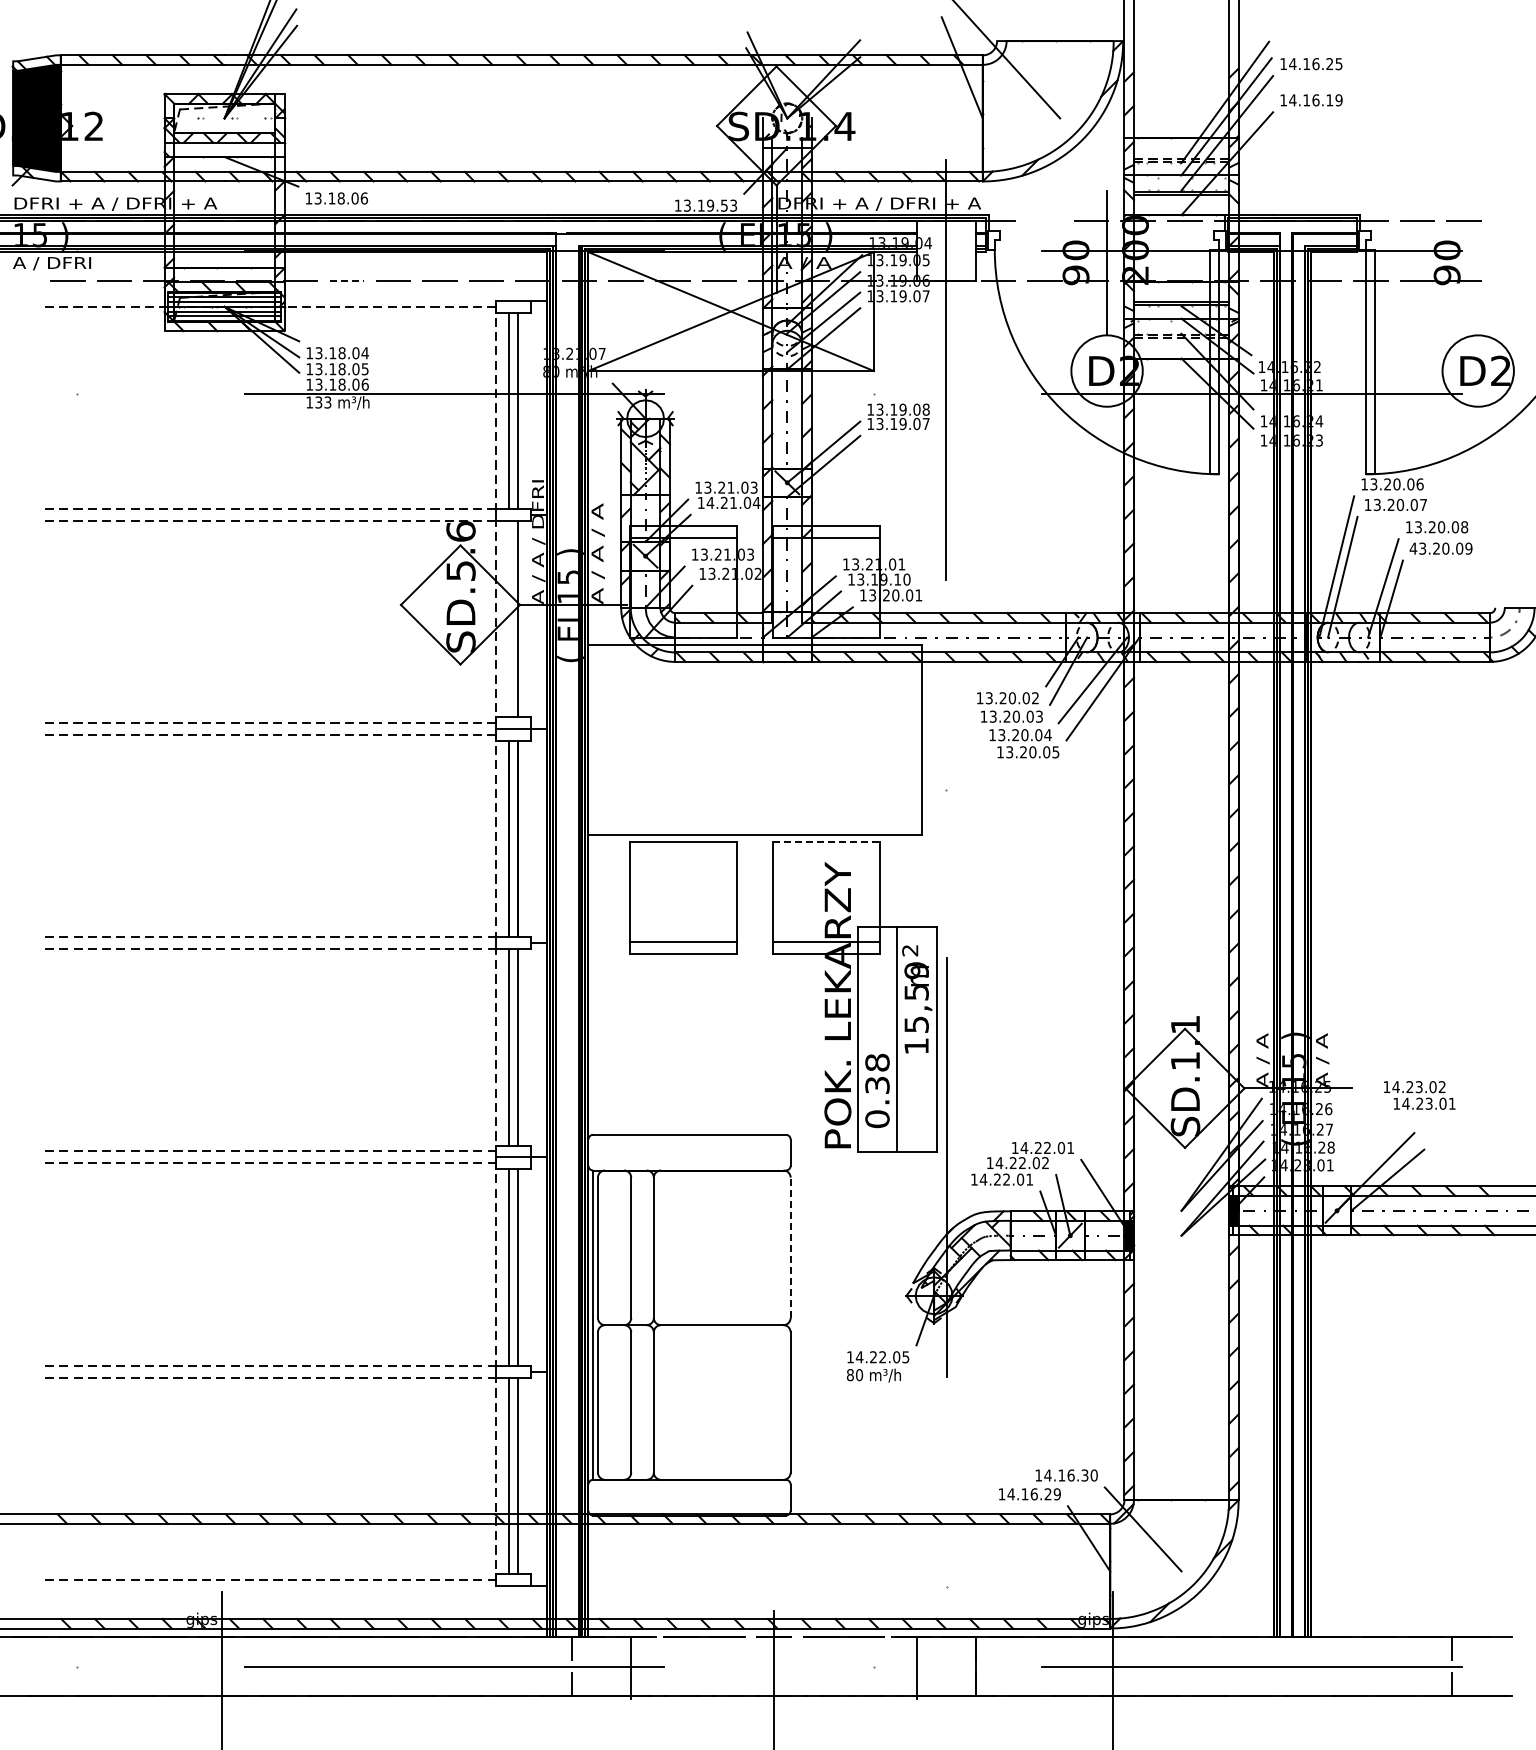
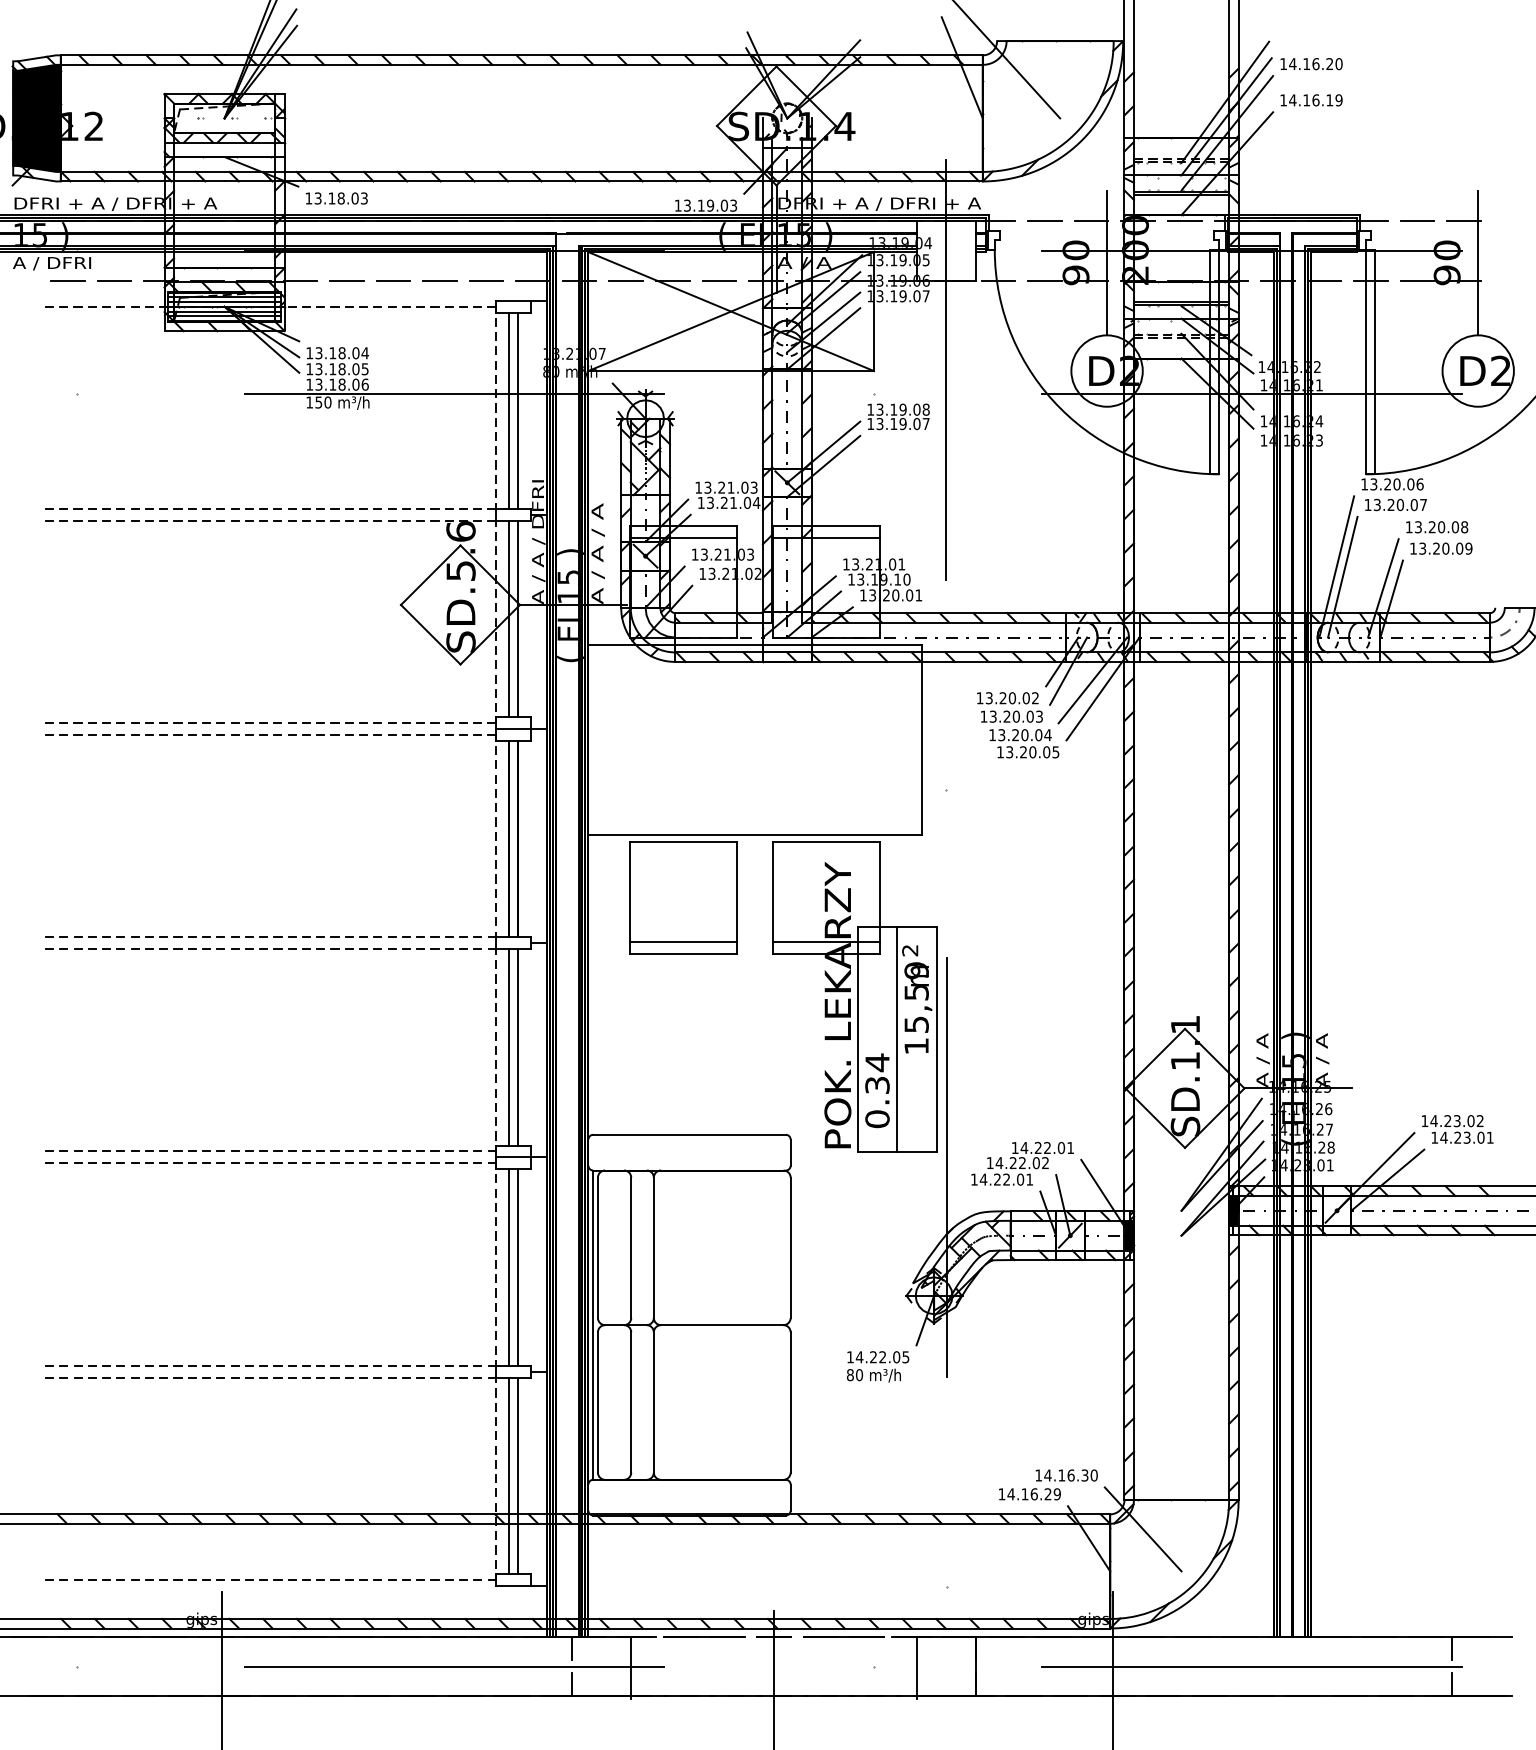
text at (1338, 64): 14.16.25 -> 14.16.20
text at (364, 198): 13.18.06 -> 13.18.03
text at (723, 205): 13.19.53 -> 13.19.03
line at (1044, 221): none -> present
line at (1478, 263): none -> present
line at (347, 280): dashed -> solid
text at (323, 402): 133 -> 150
text at (710, 502): 14.21.04 -> 13.21.04
text at (1413, 548): 43.20.09 -> 13.20.09
line at (508, 618): none -> present
line at (826, 842): dashed -> solid
text at (877, 1062): 0.38 -> 0.34
text at (1419, 1095) position: (1419, 1095) -> (1457, 1129)
line at (790, 1247): dashed -> solid
